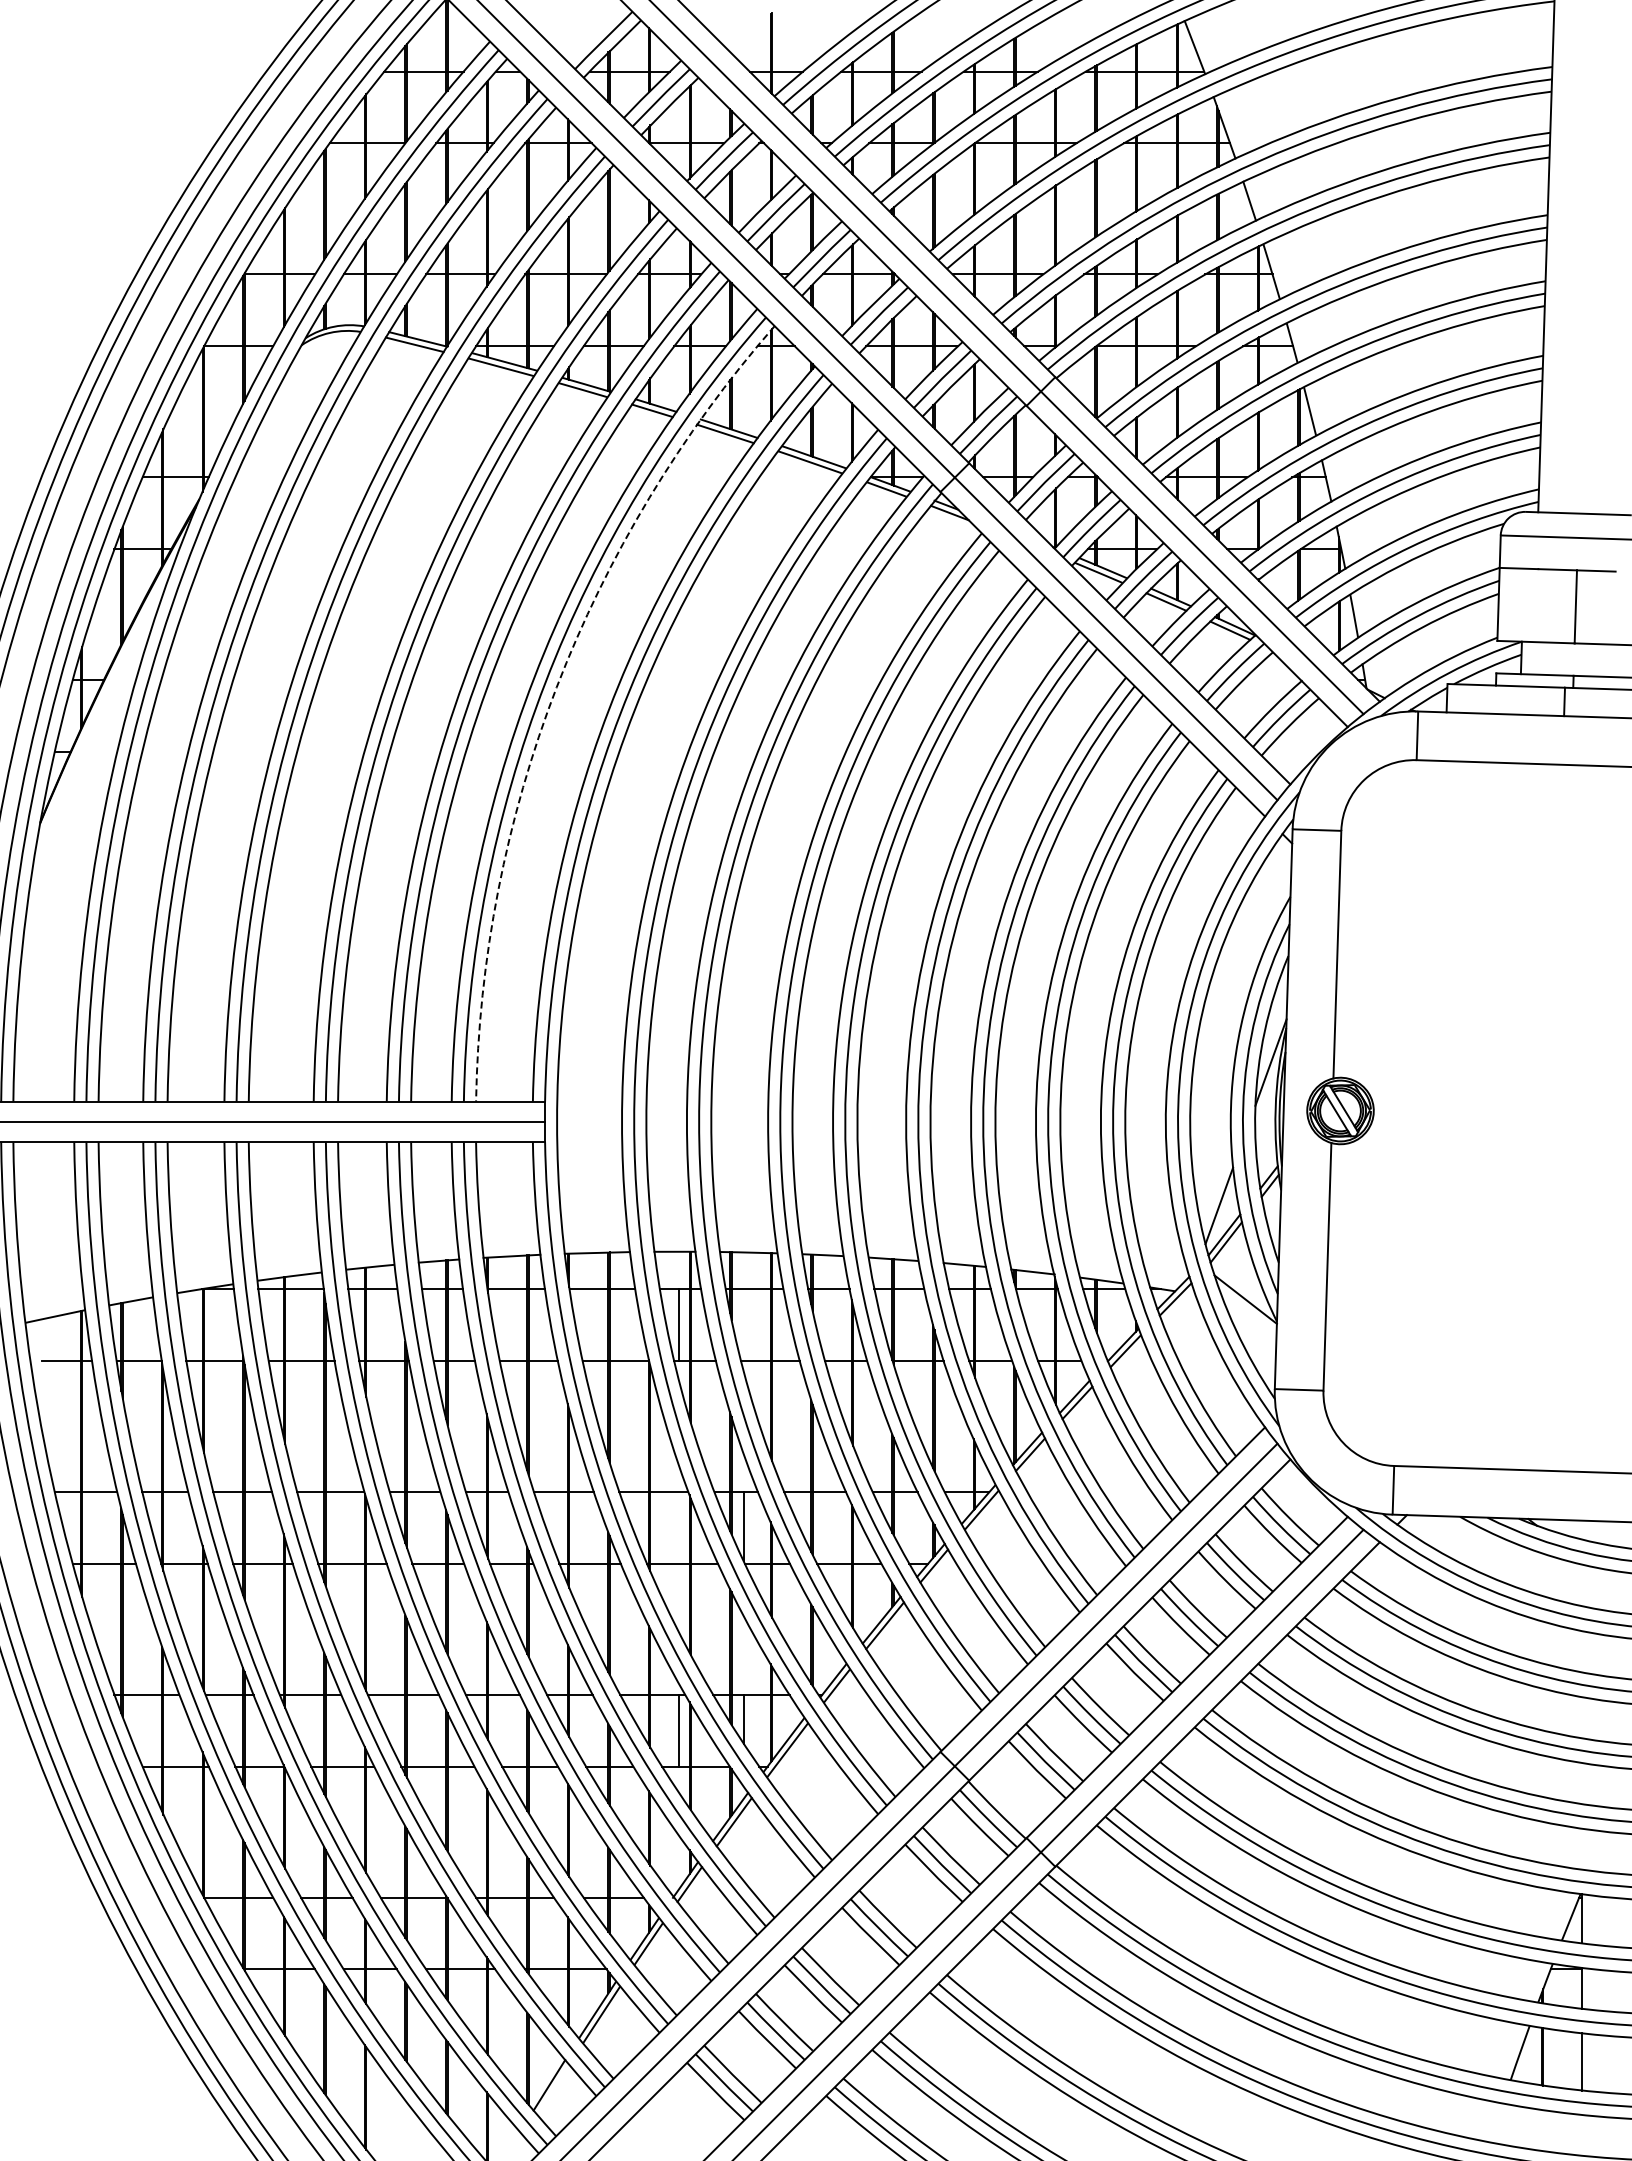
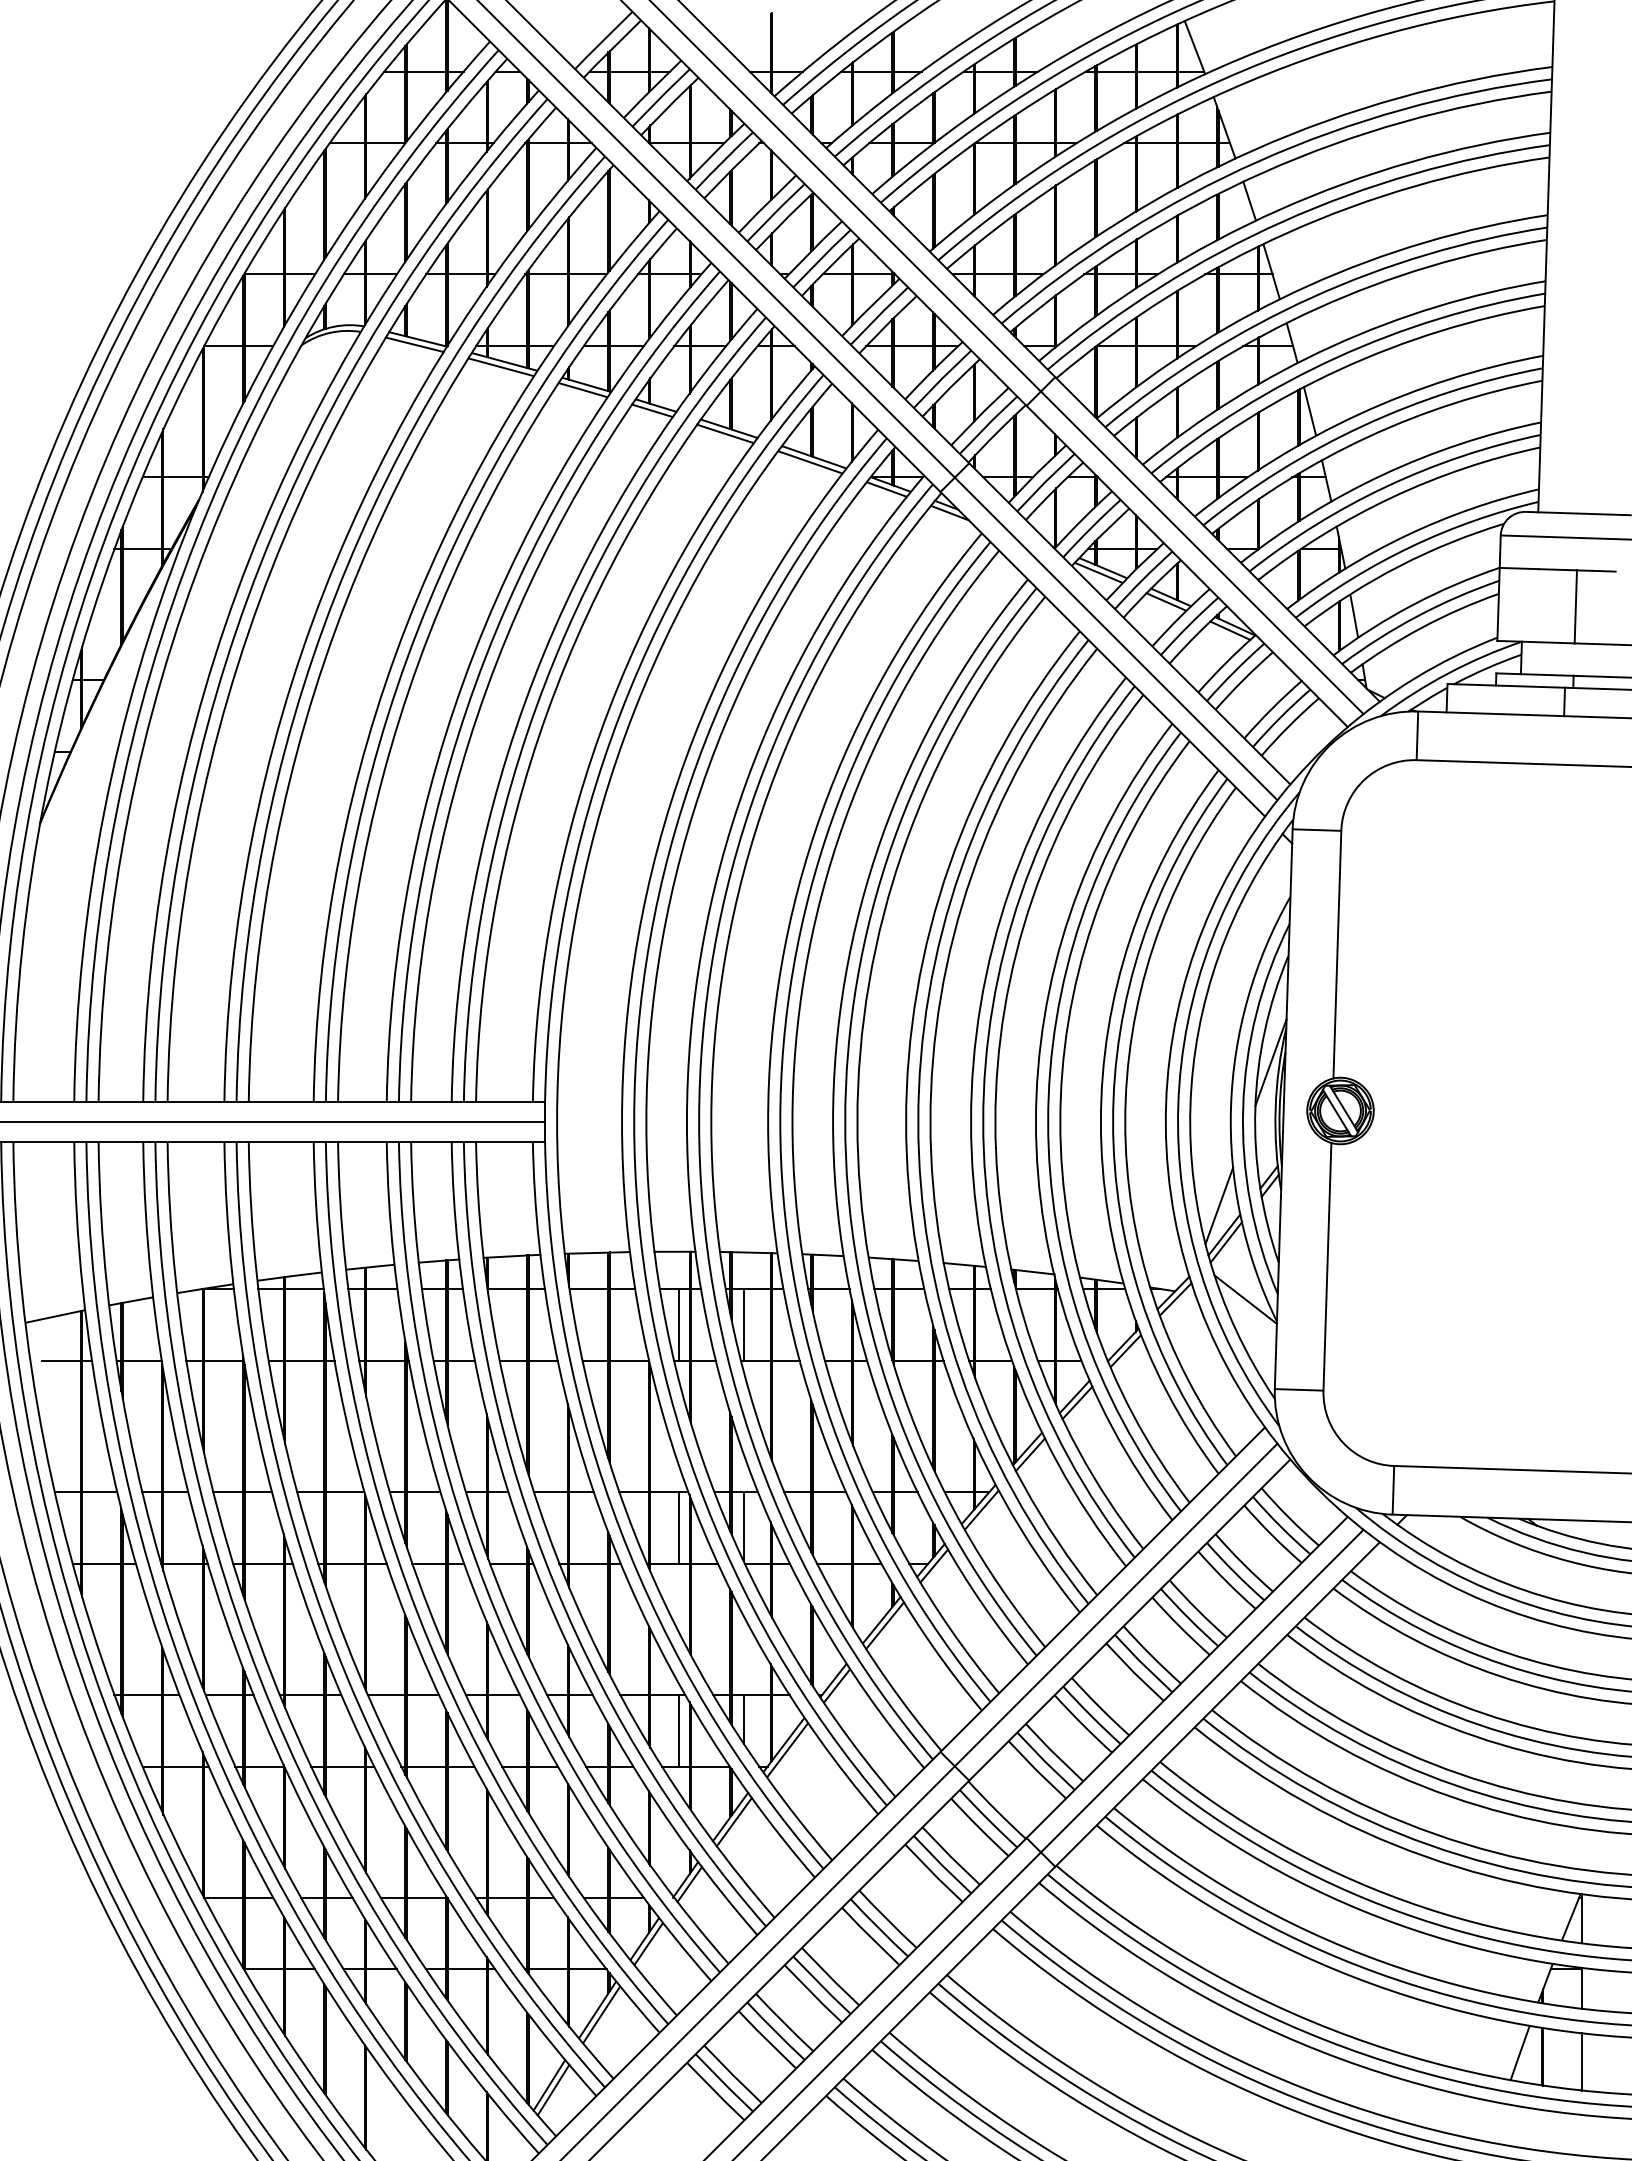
arc at (556, 687): dashed -> solid
line at (743, 1324): none -> present
line at (678, 1527): none -> present
line at (553, 2089): none -> present
